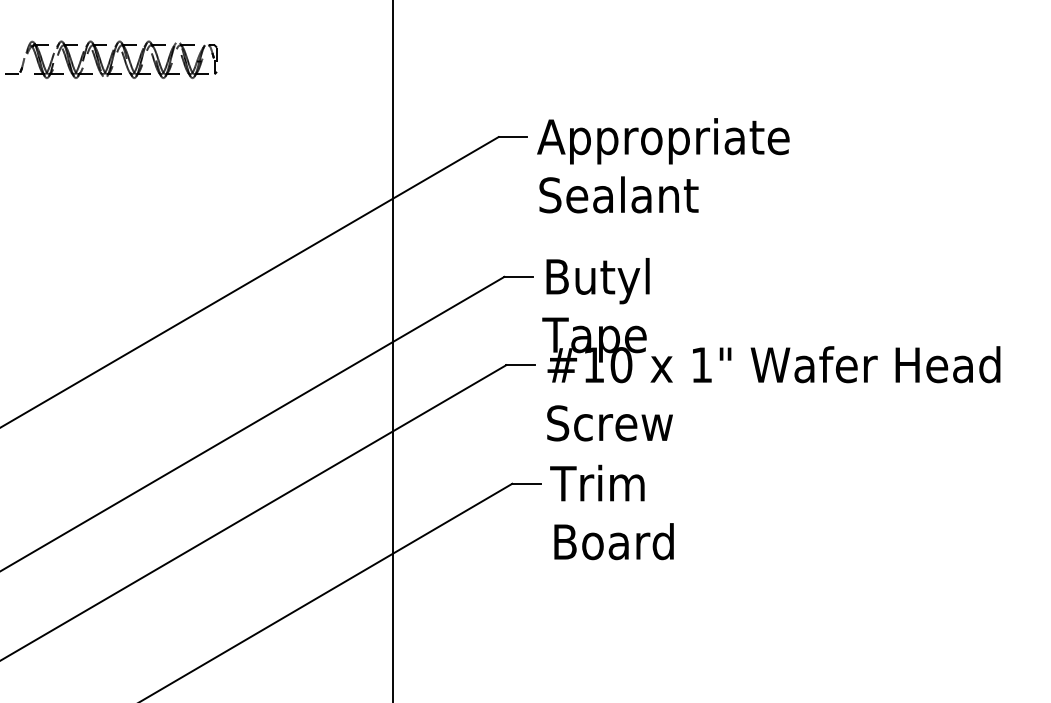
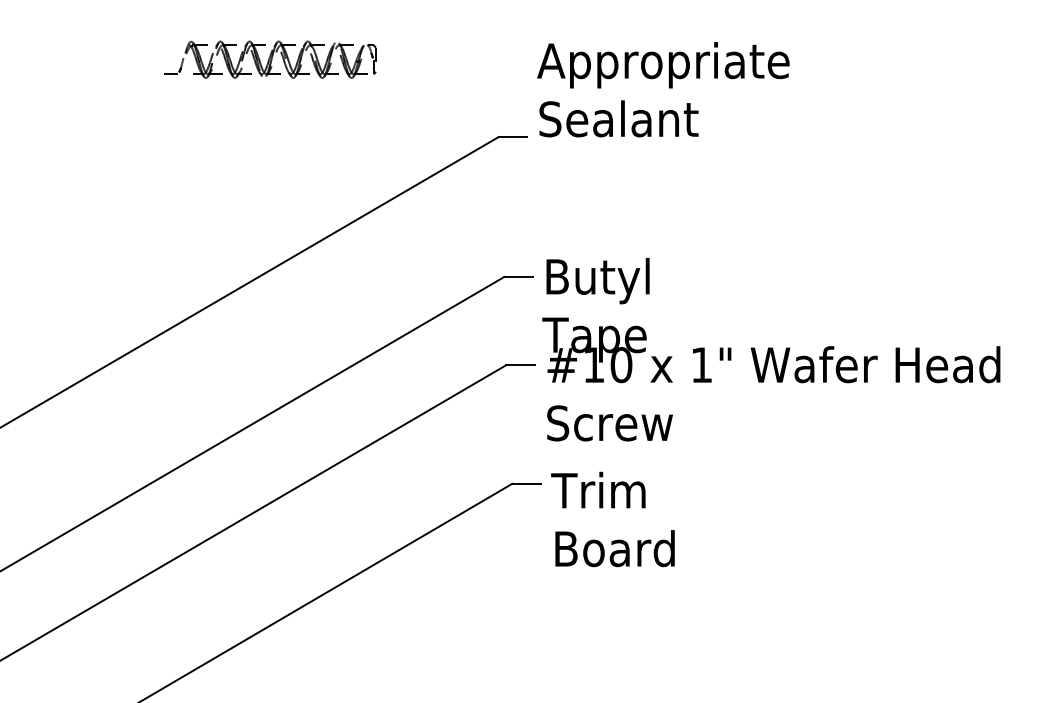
part at (111, 59) position: (111, 59) -> (270, 59)
text at (663, 165) position: (663, 165) -> (663, 89)
line at (392, 350): present -> none
text at (611, 512) position: (611, 512) -> (612, 519)
